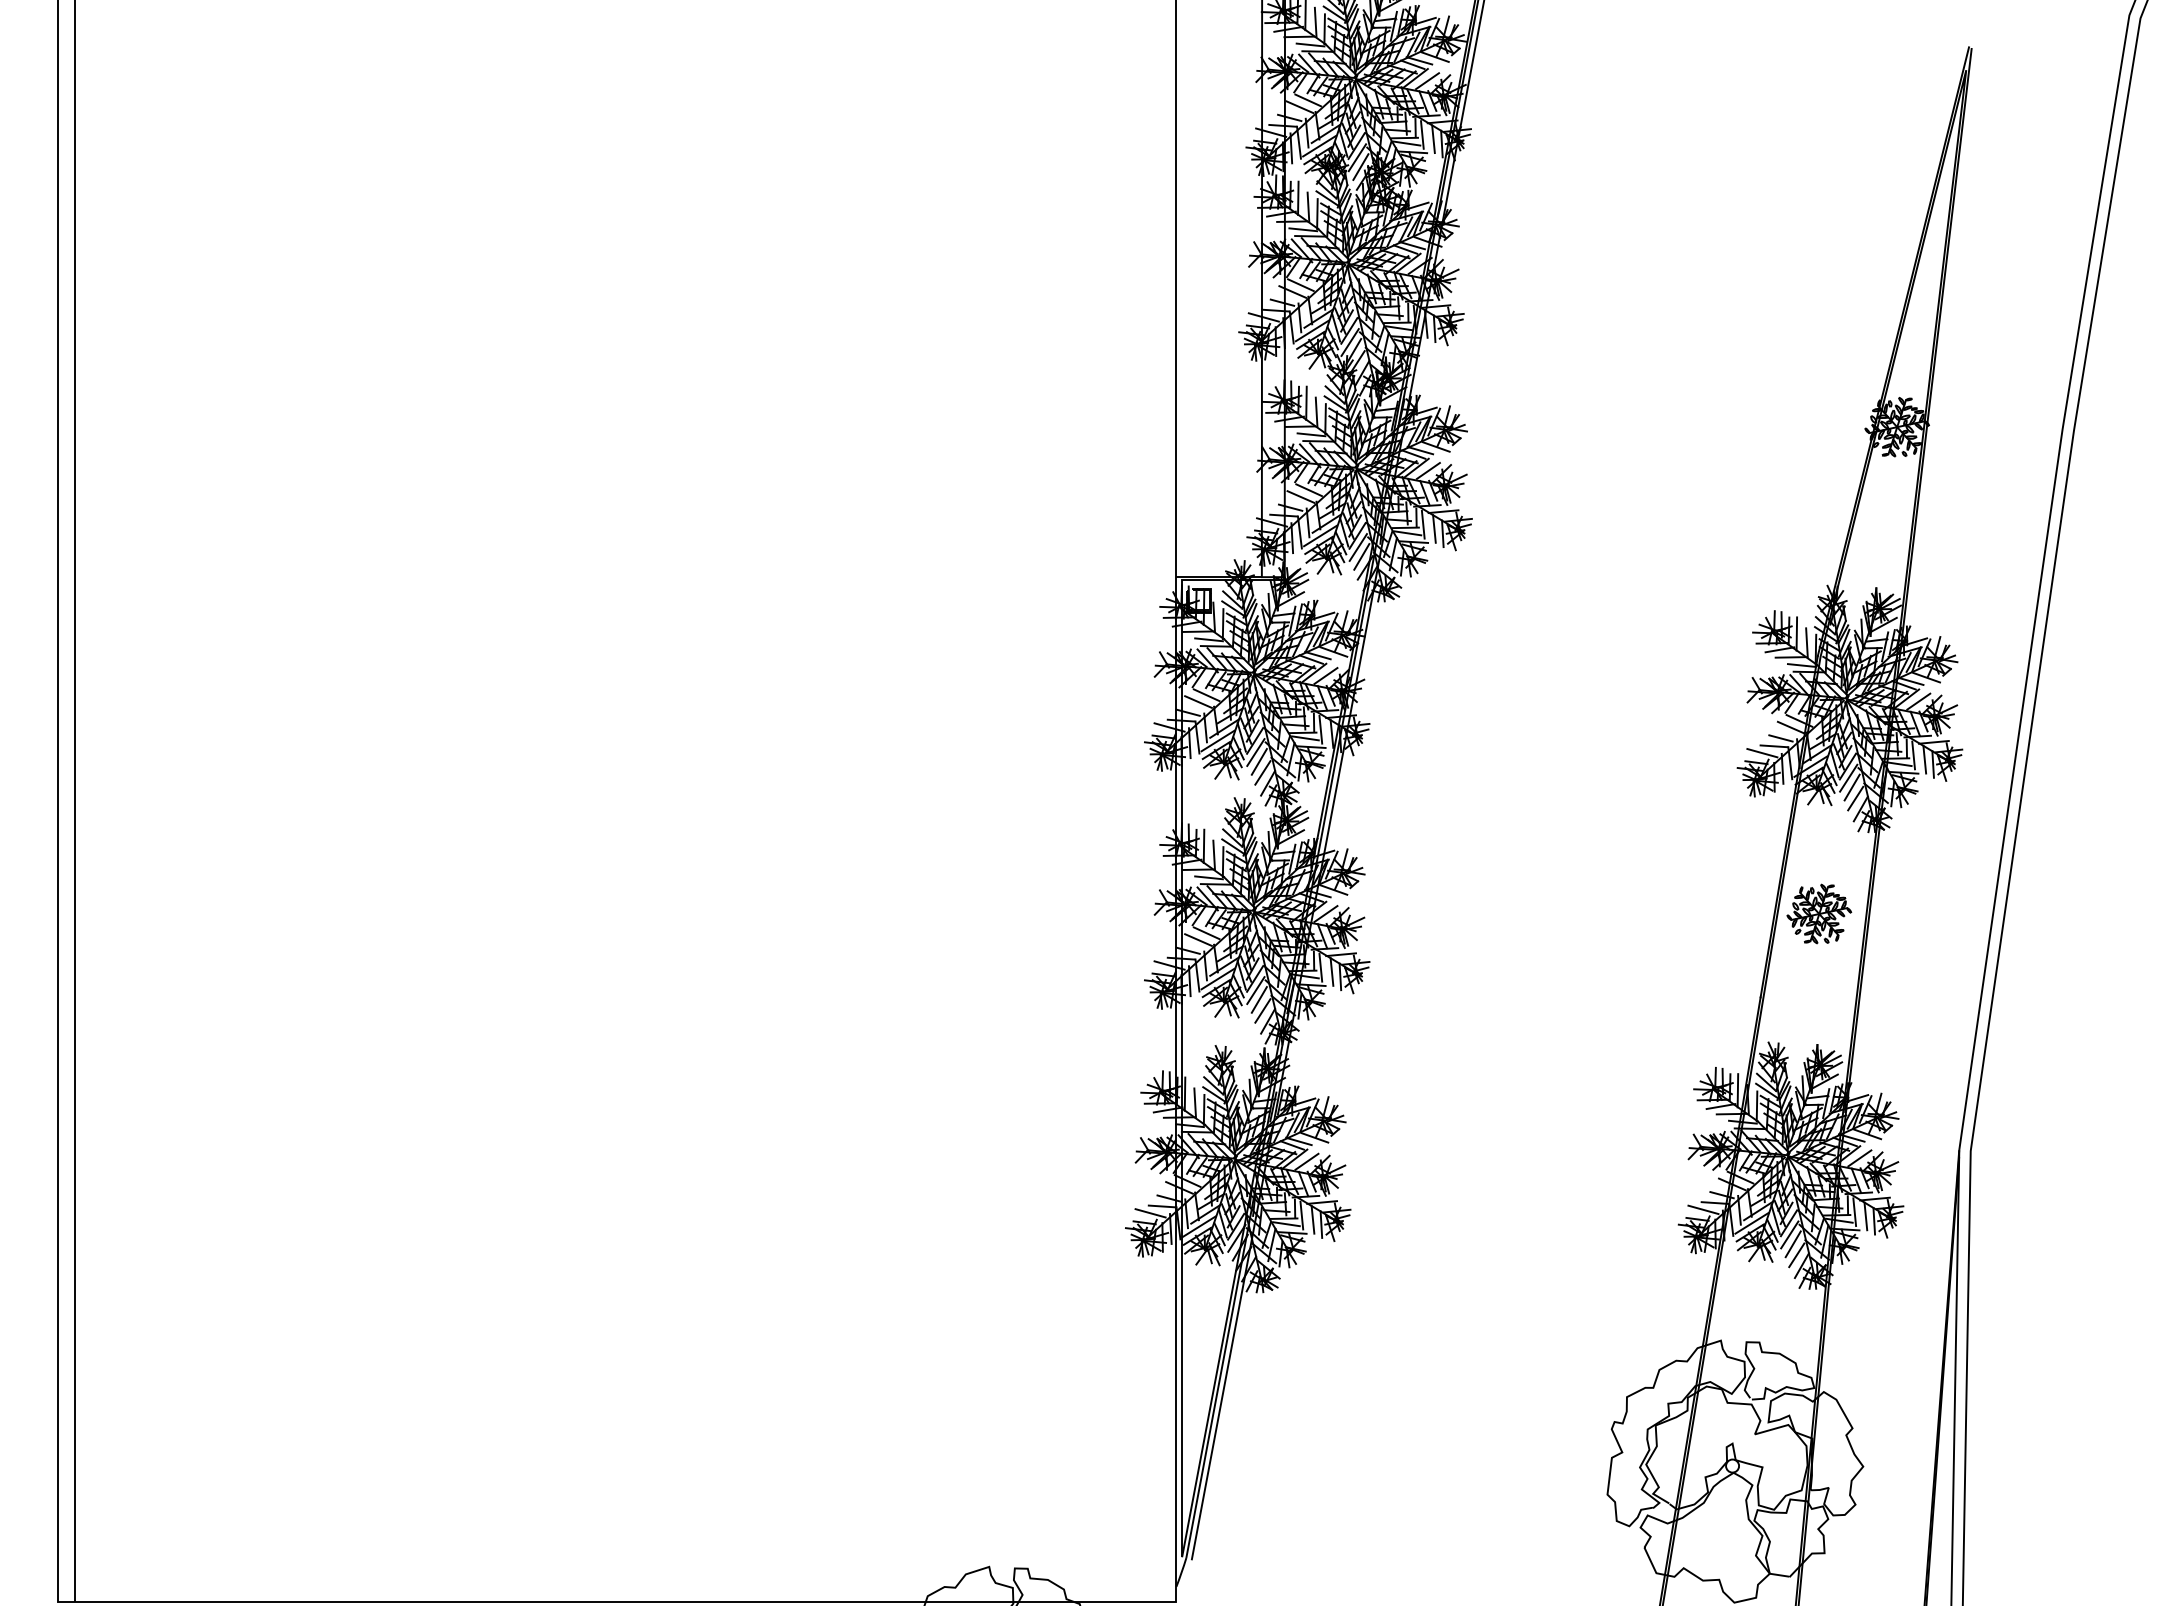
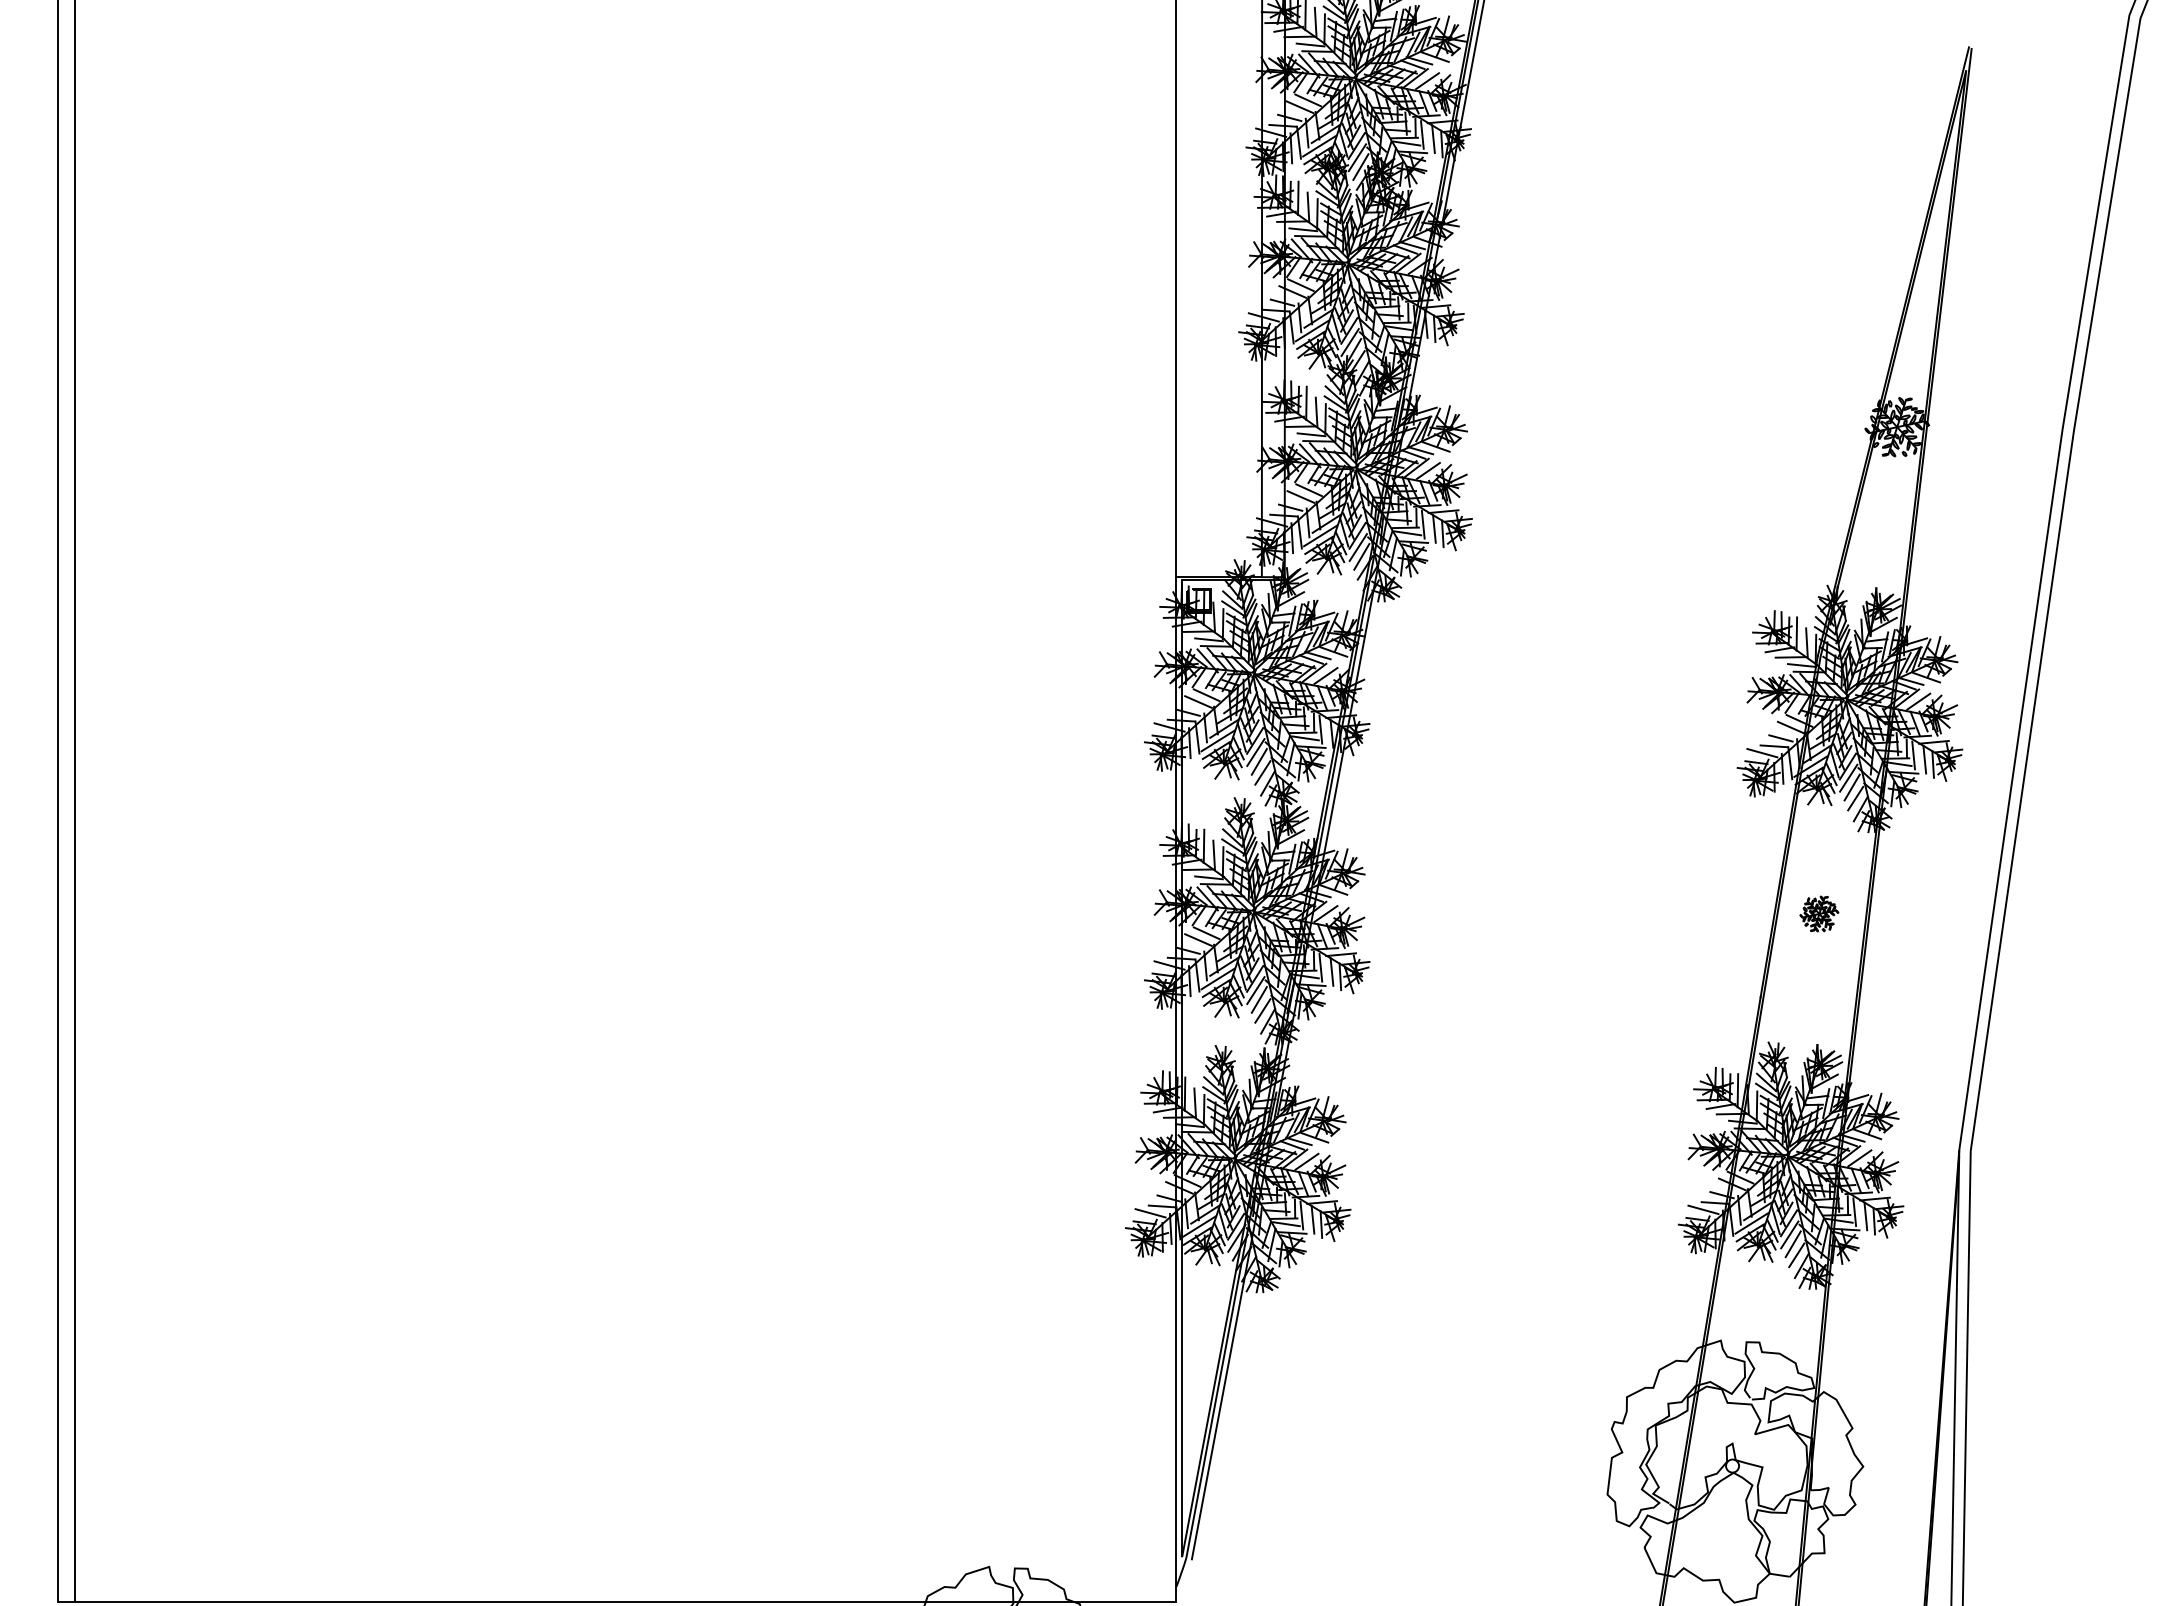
part at (1819, 913) size: 67x62 px -> 41x38 px
